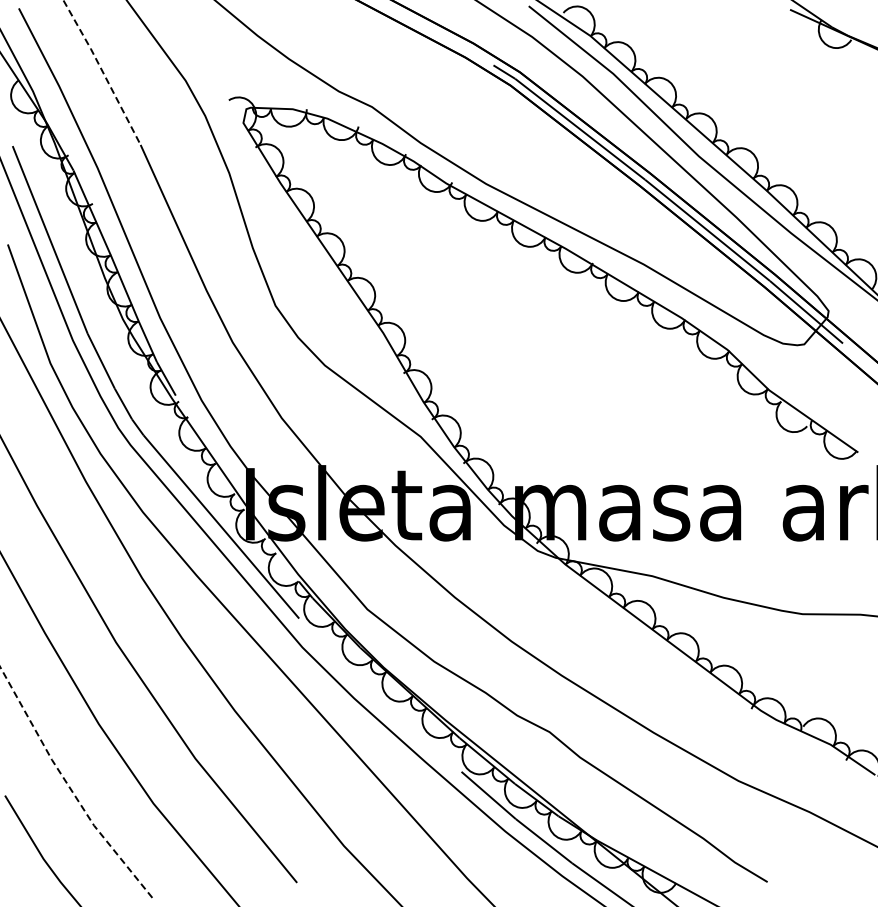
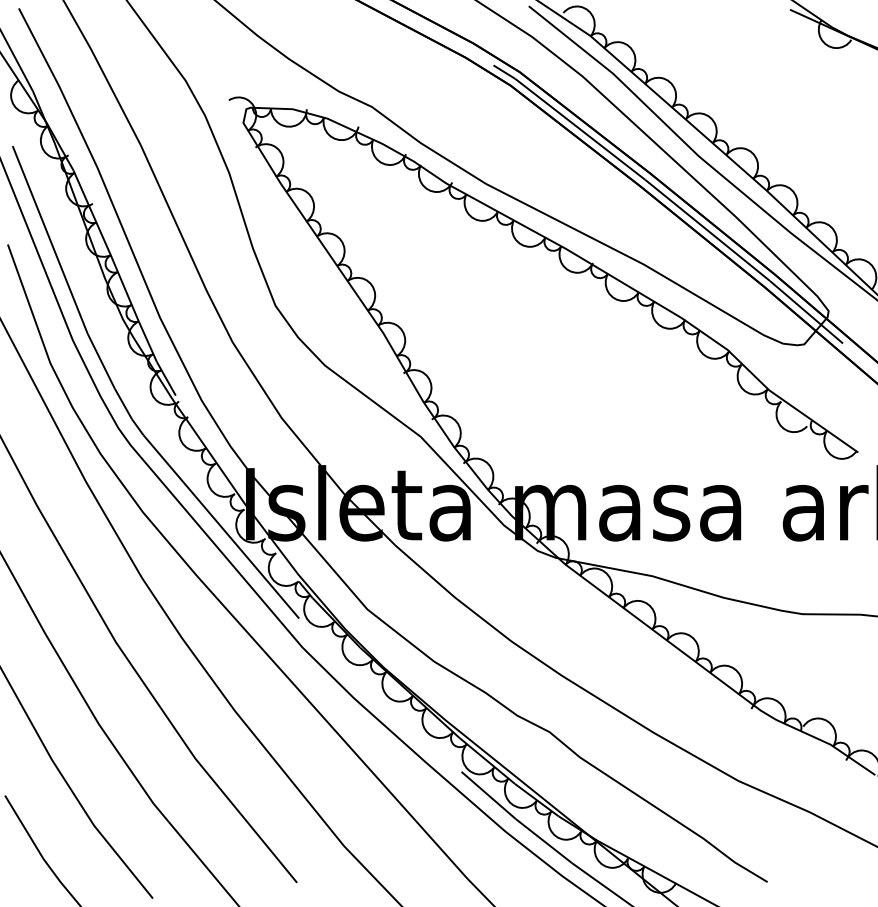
line at (102, 71): dashed -> solid
line at (69, 787): dashed -> solid
